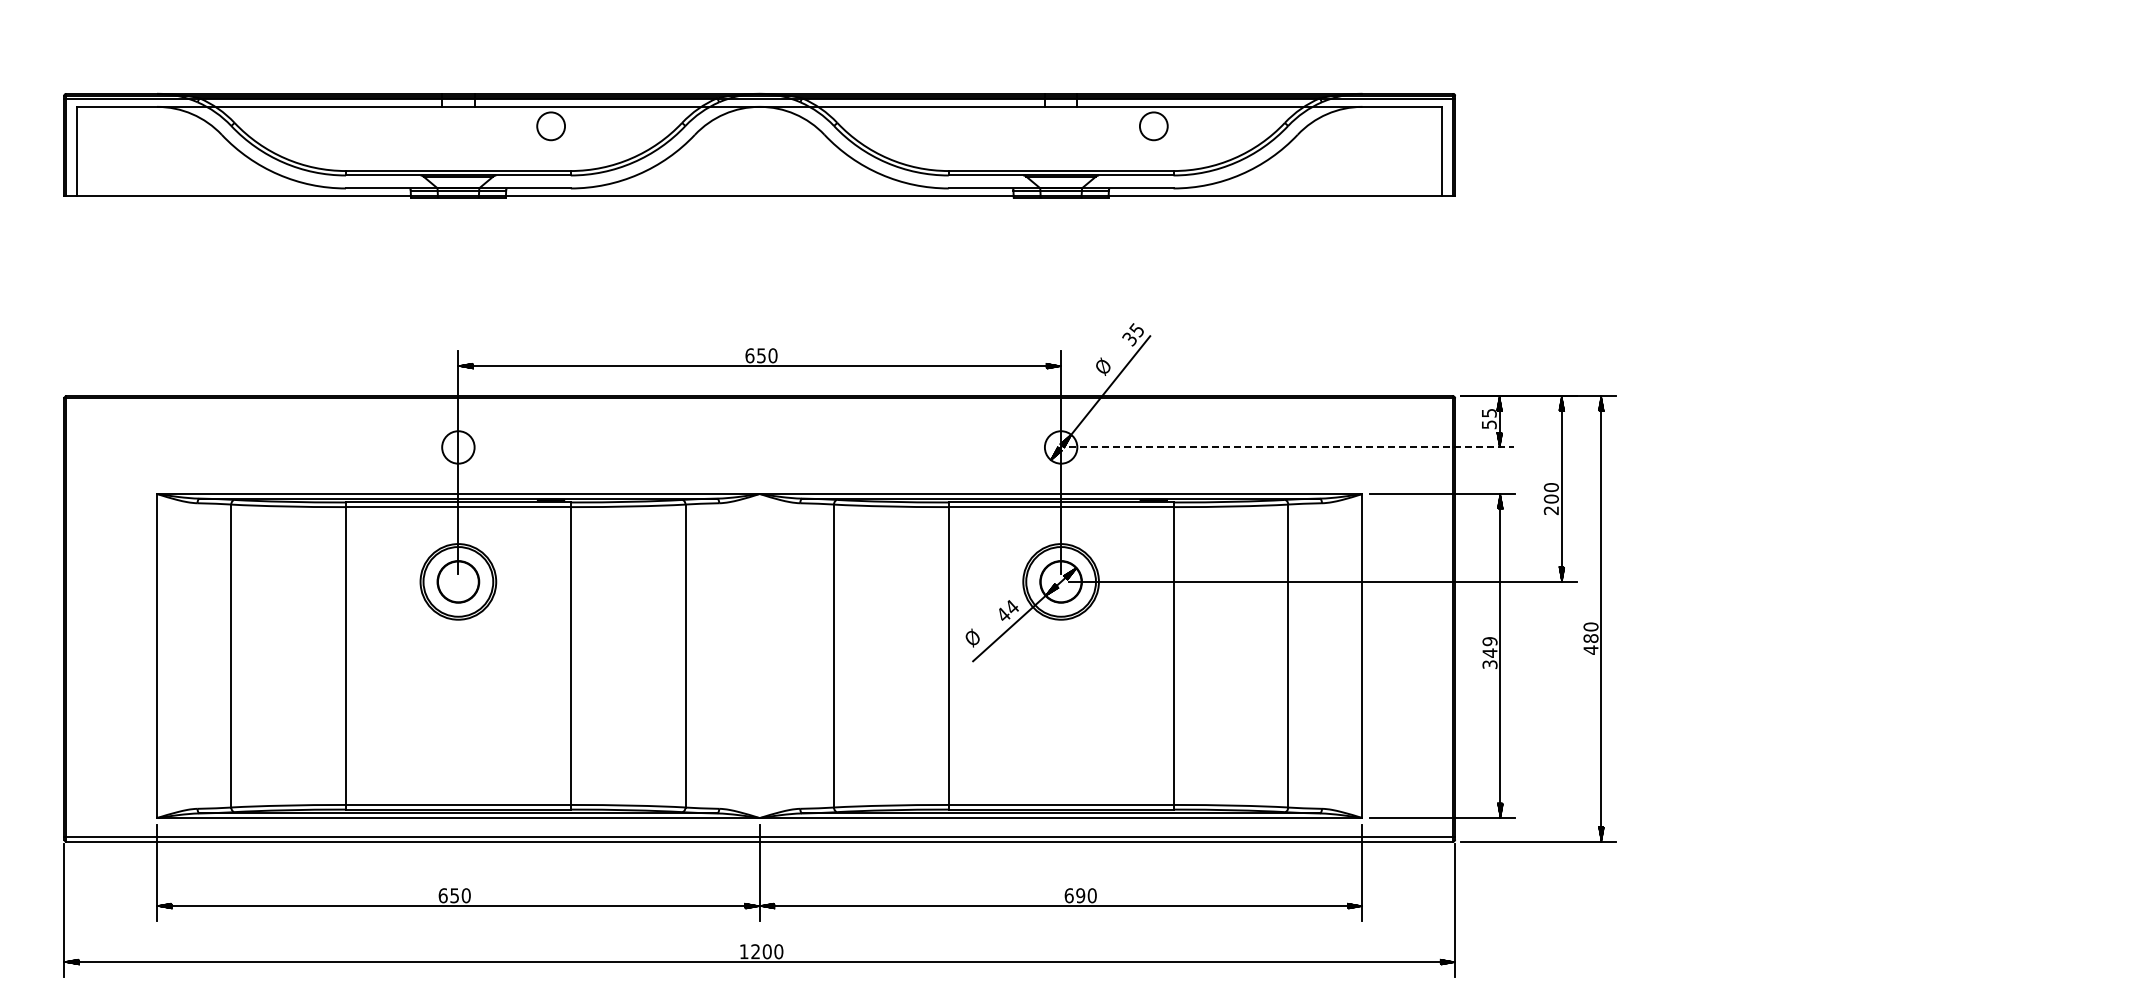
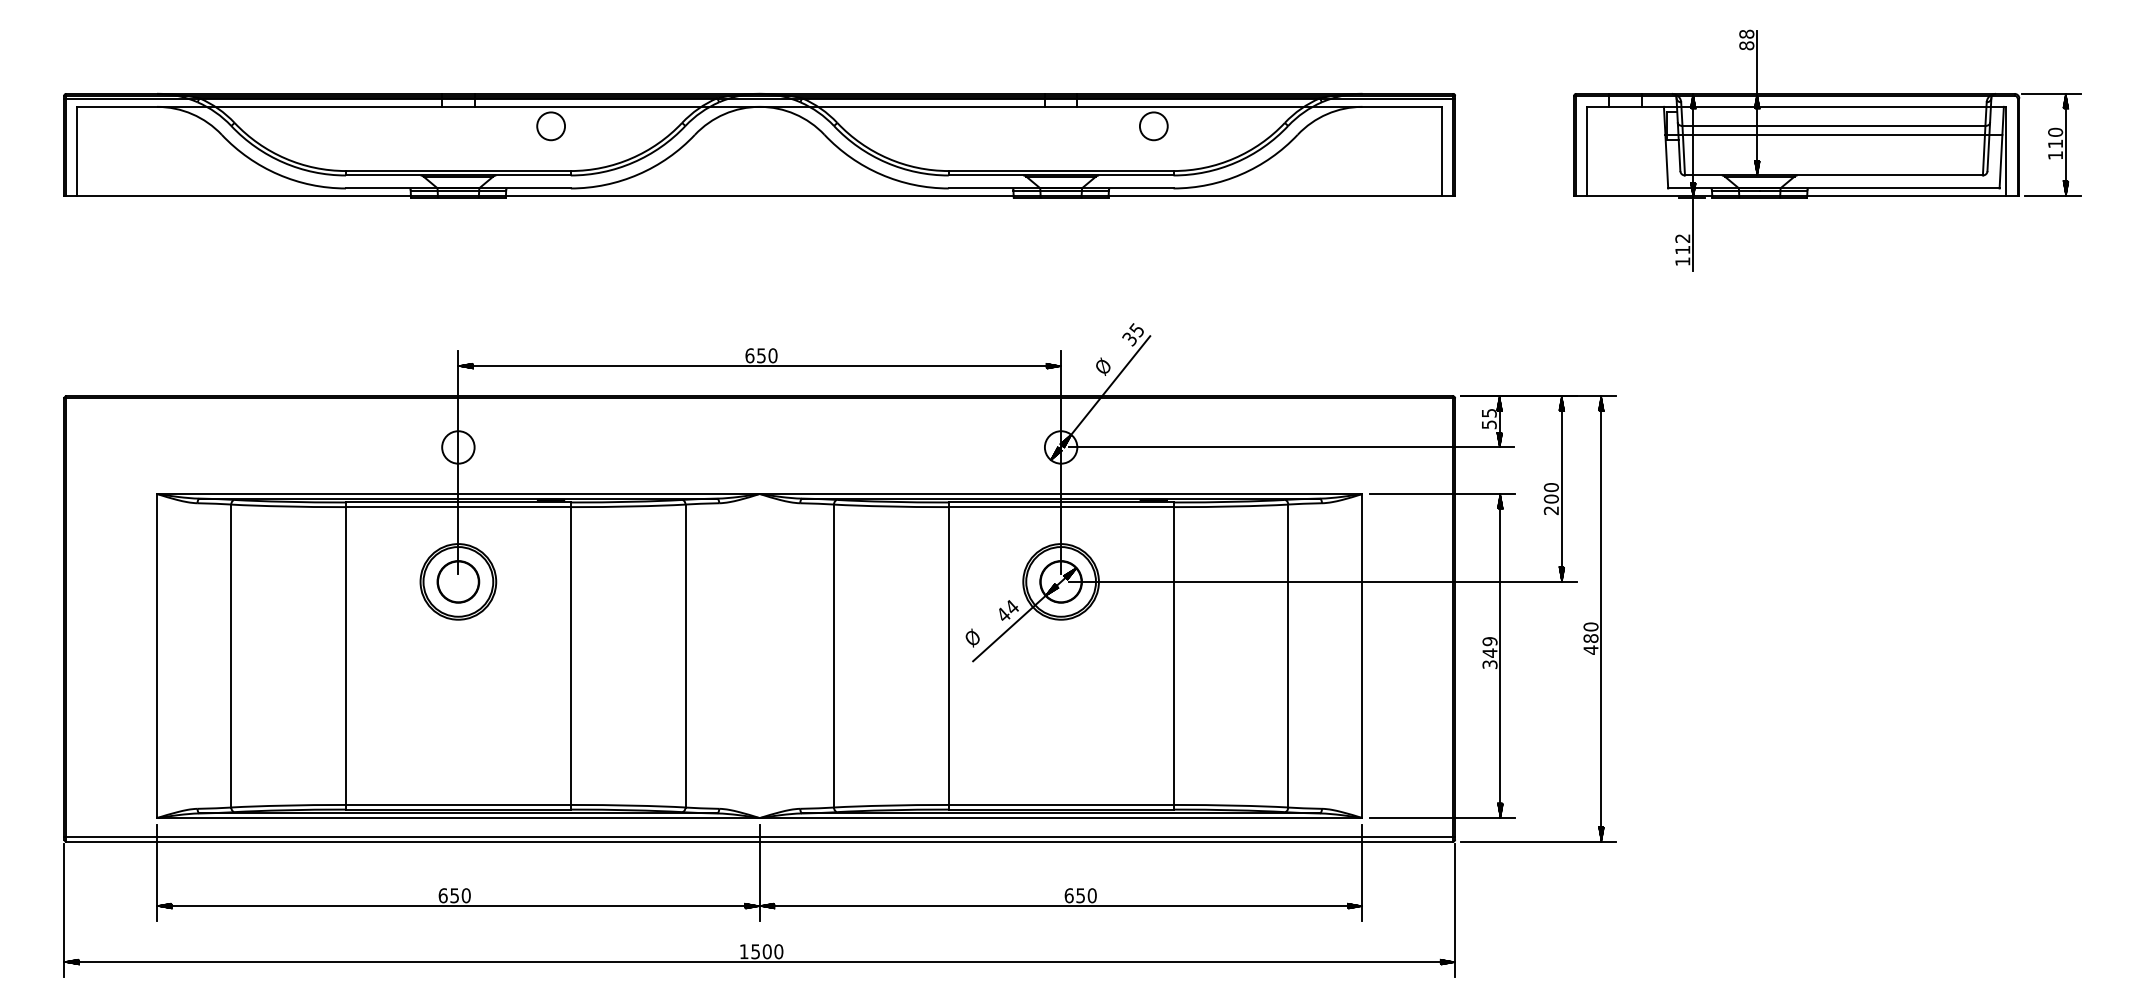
part at (1827, 150): none -> present
line at (1291, 447): dashed -> solid
text at (1080, 895): 690 -> 650
text at (755, 951): 1200 -> 1500
